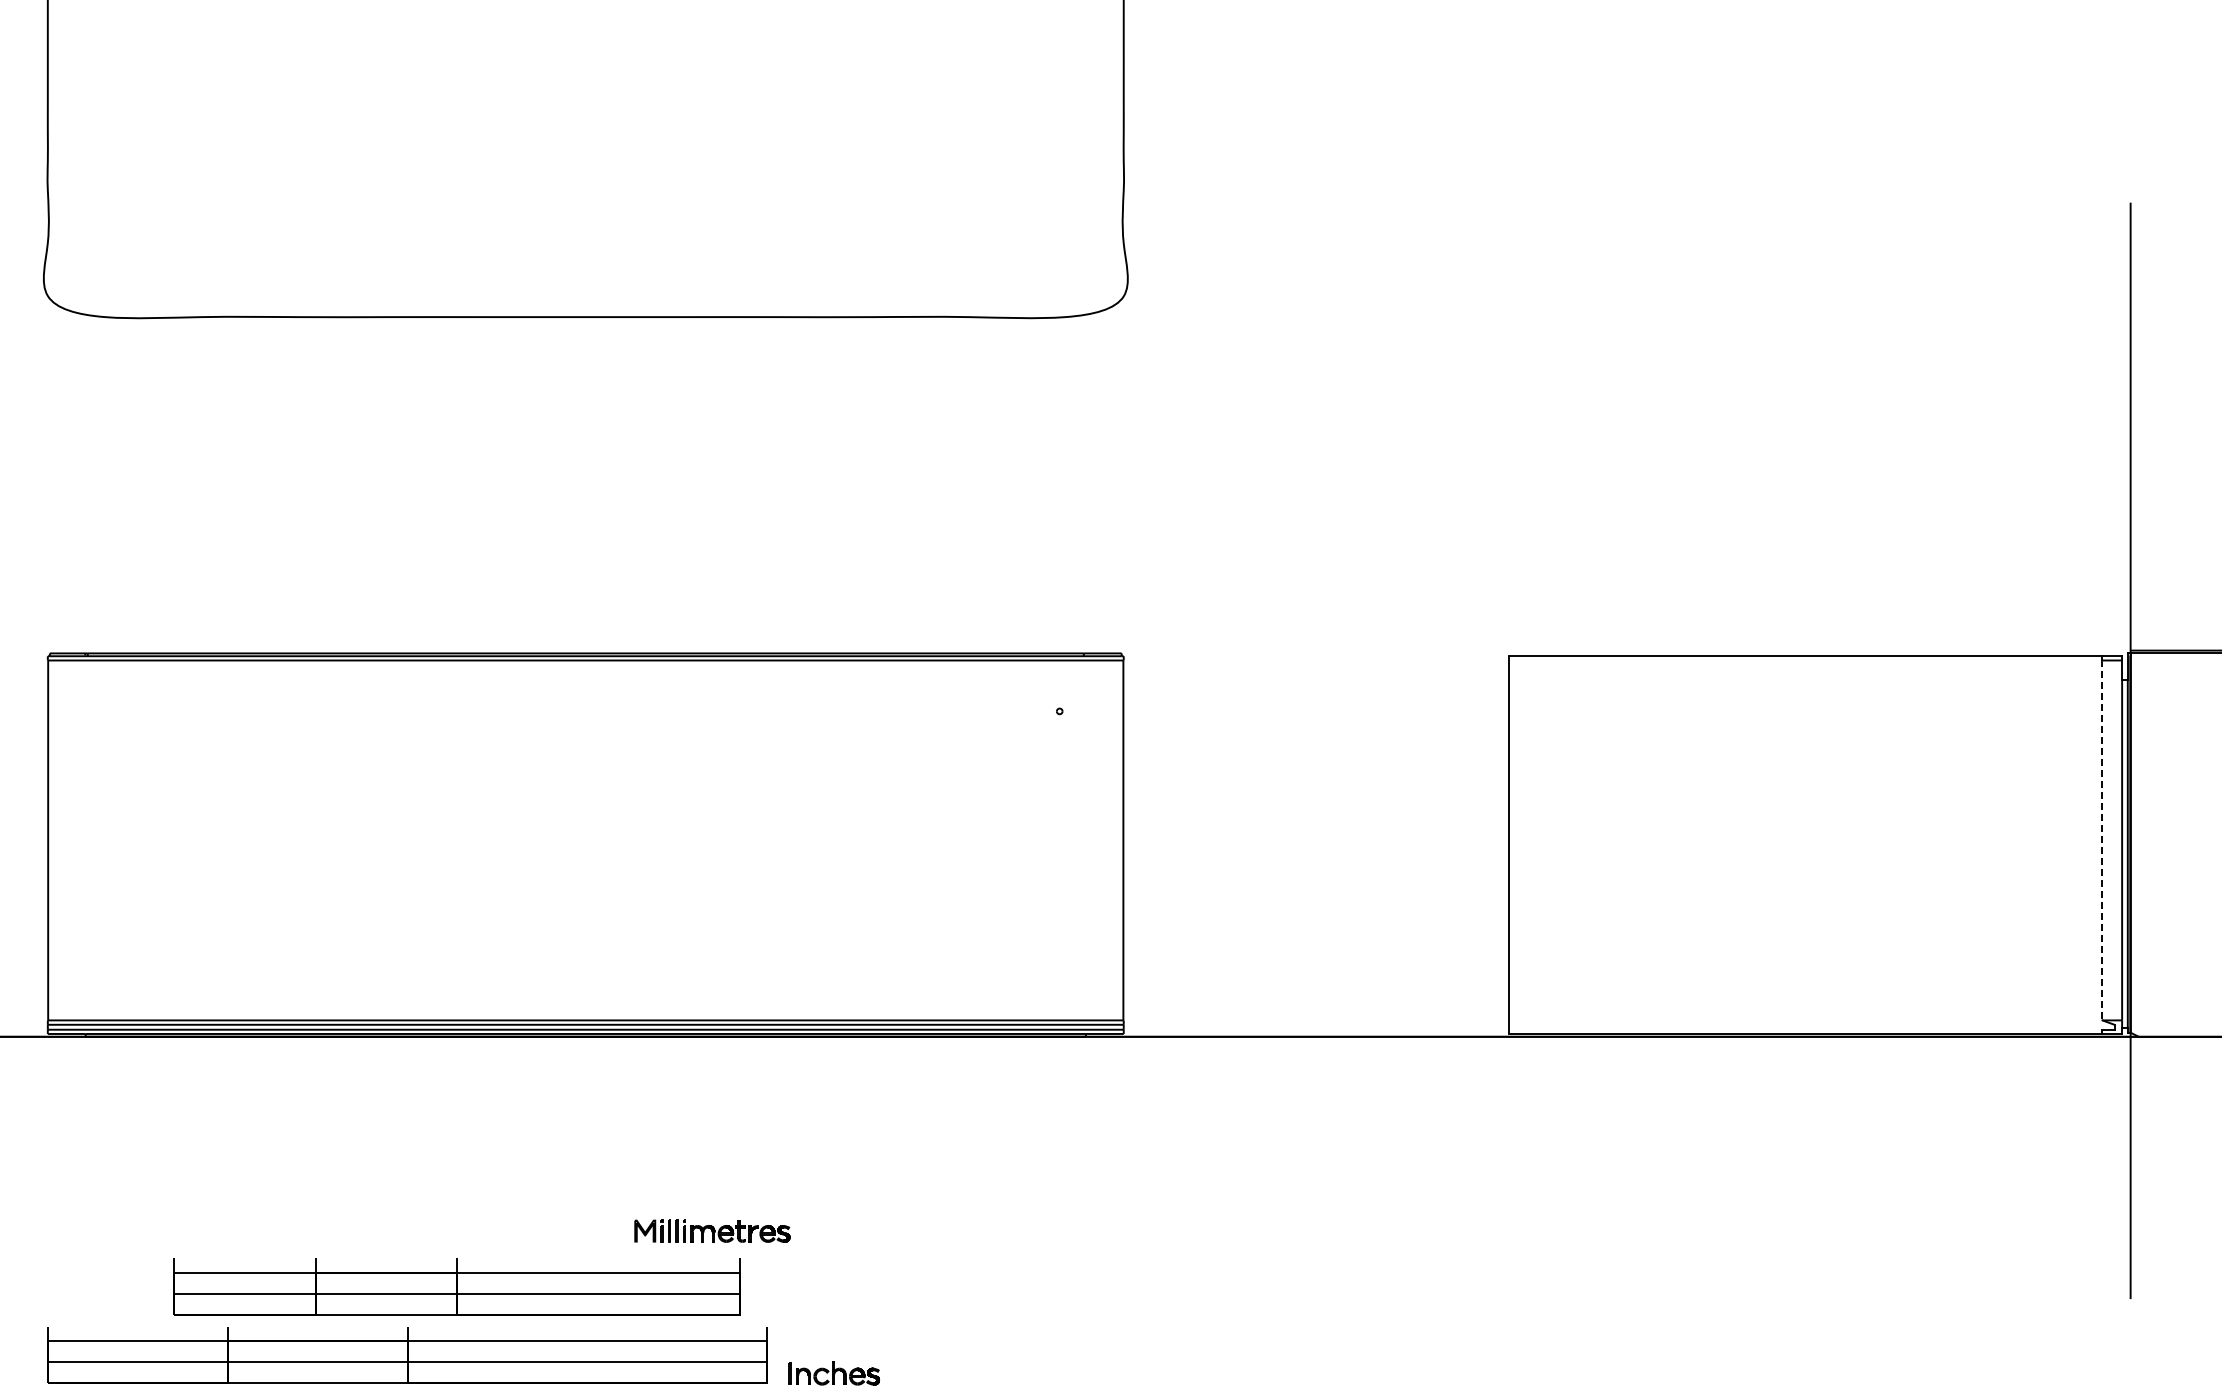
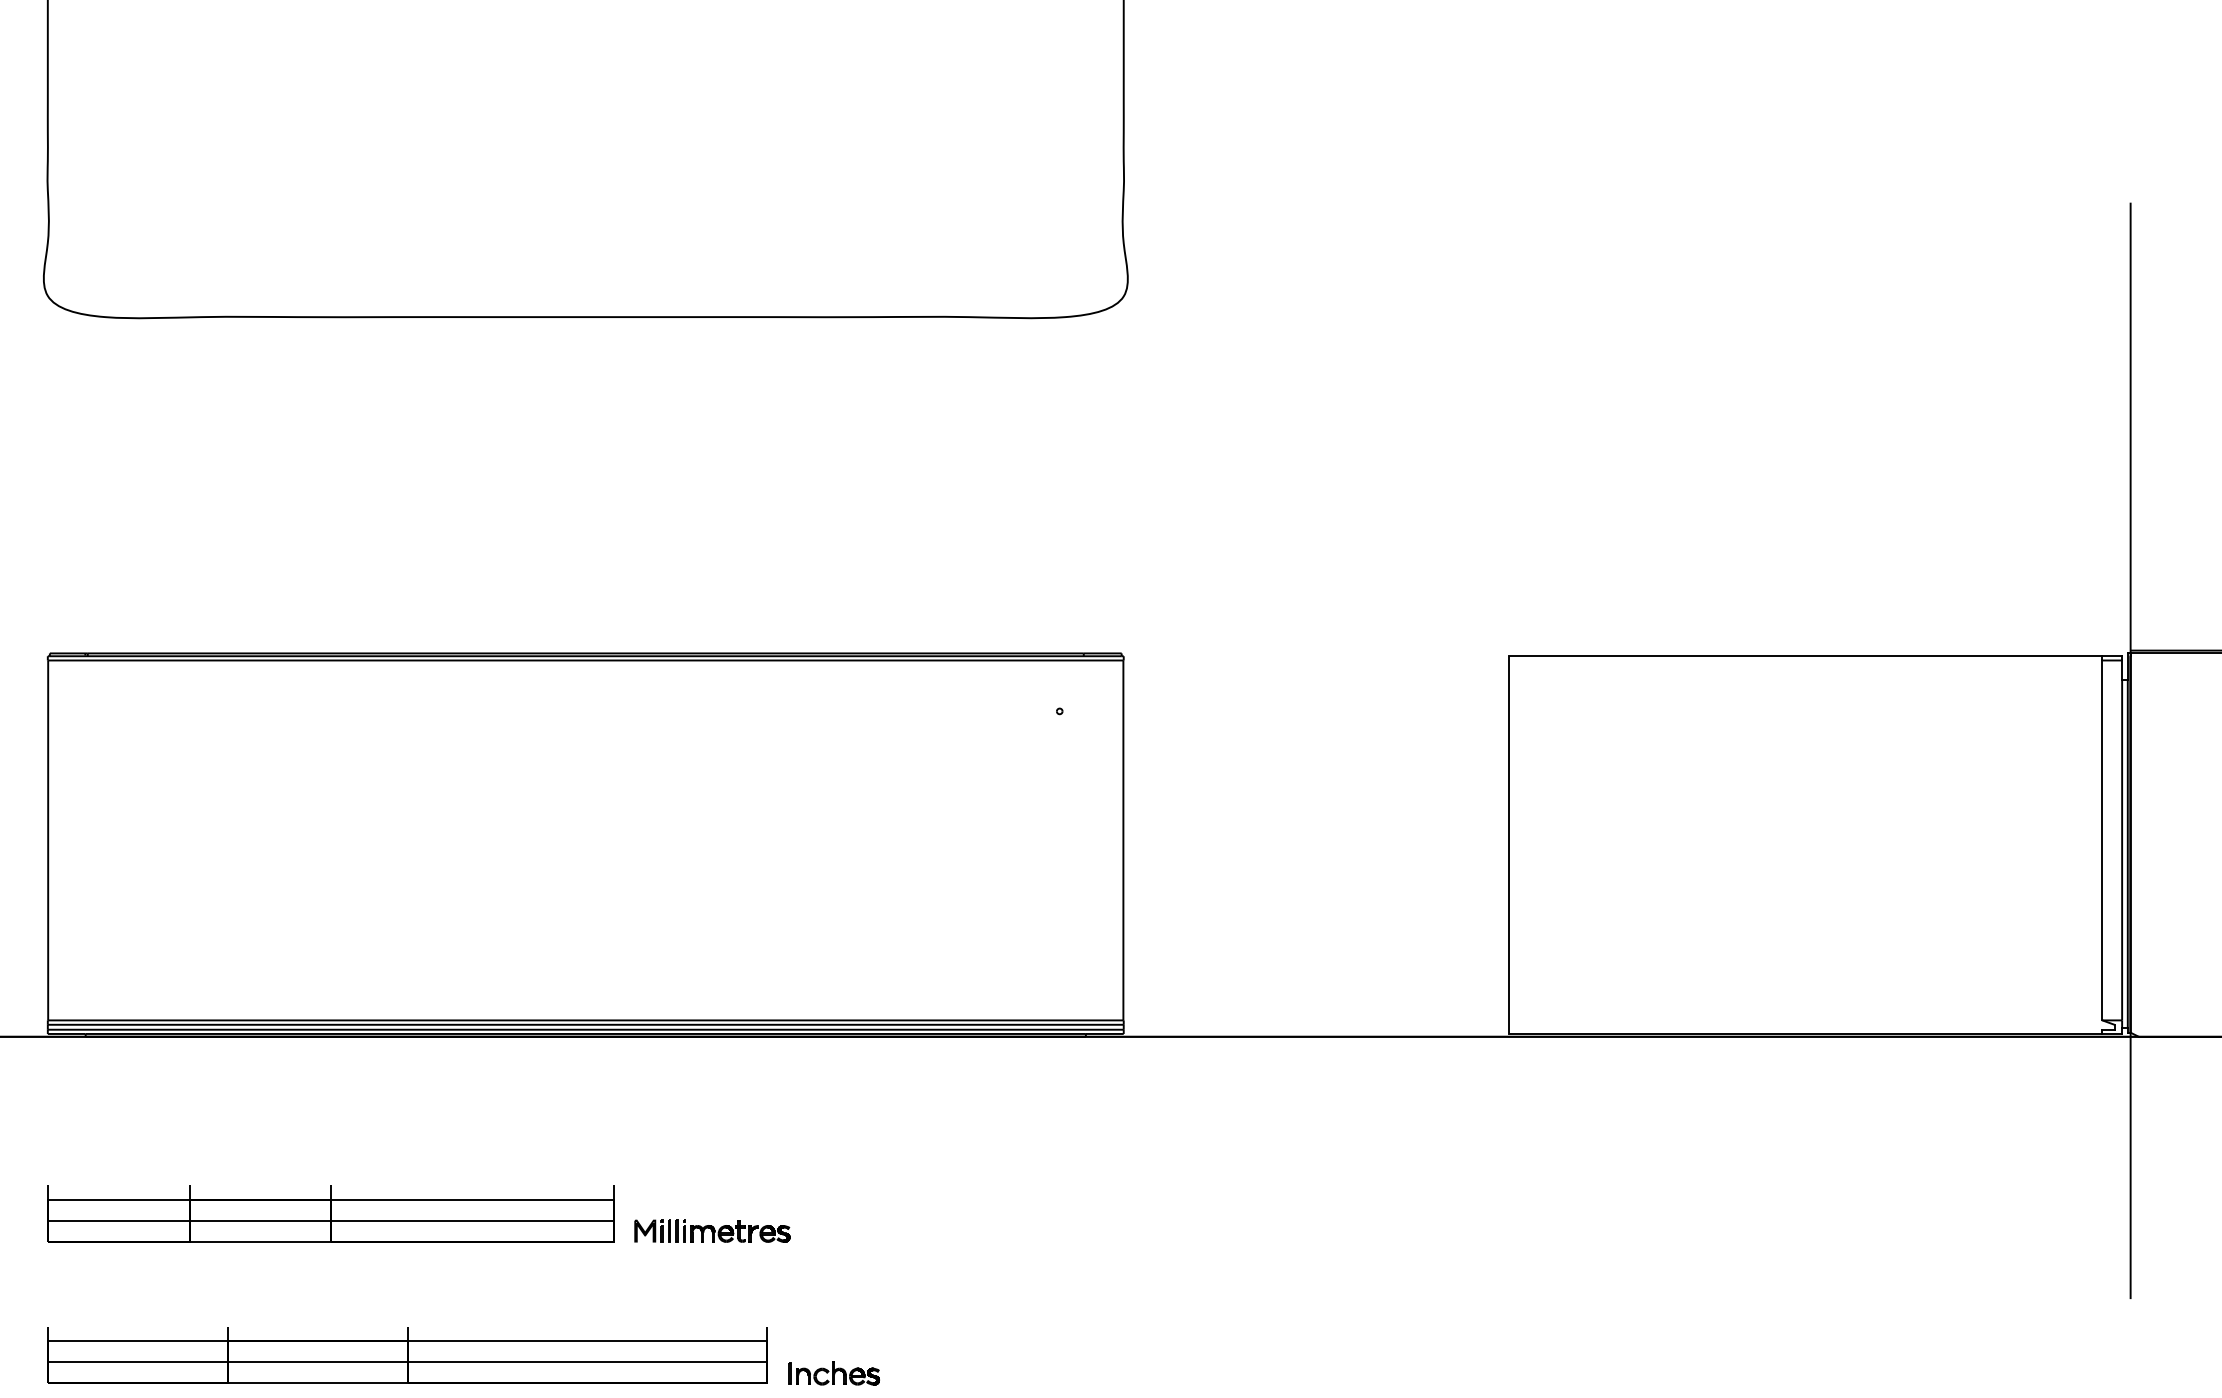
line at (2102, 840): dashed -> solid
part at (456, 1286) position: (456, 1286) -> (330, 1213)
